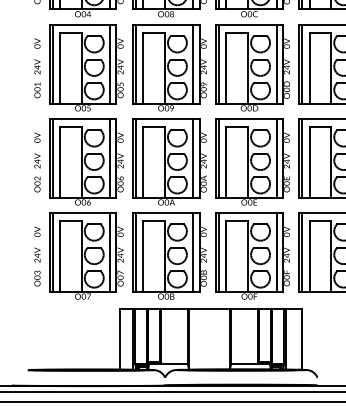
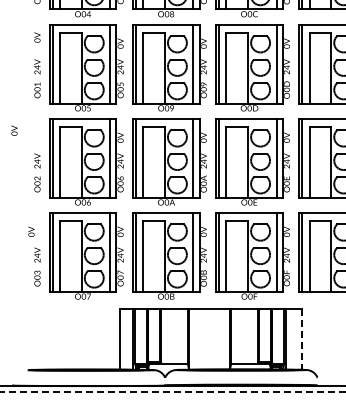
text at (37, 43) position: (37, 43) -> (37, 37)
text at (37, 137) position: (37, 137) -> (14, 130)
text at (37, 231) position: (37, 231) -> (31, 231)
line at (302, 339): solid -> dashed
line at (173, 391): solid -> dashed
line at (172, 401): present -> none
